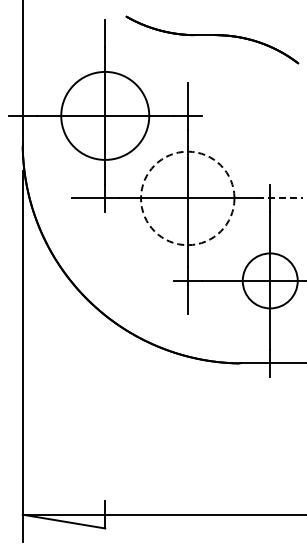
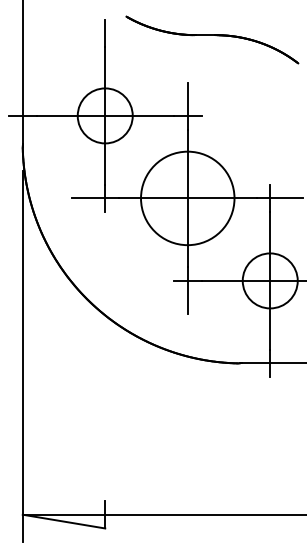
circle at (105, 115) diameter: 88 px -> 55 px
circle at (187, 198): dashed -> solid
line at (280, 198): dashed -> solid
